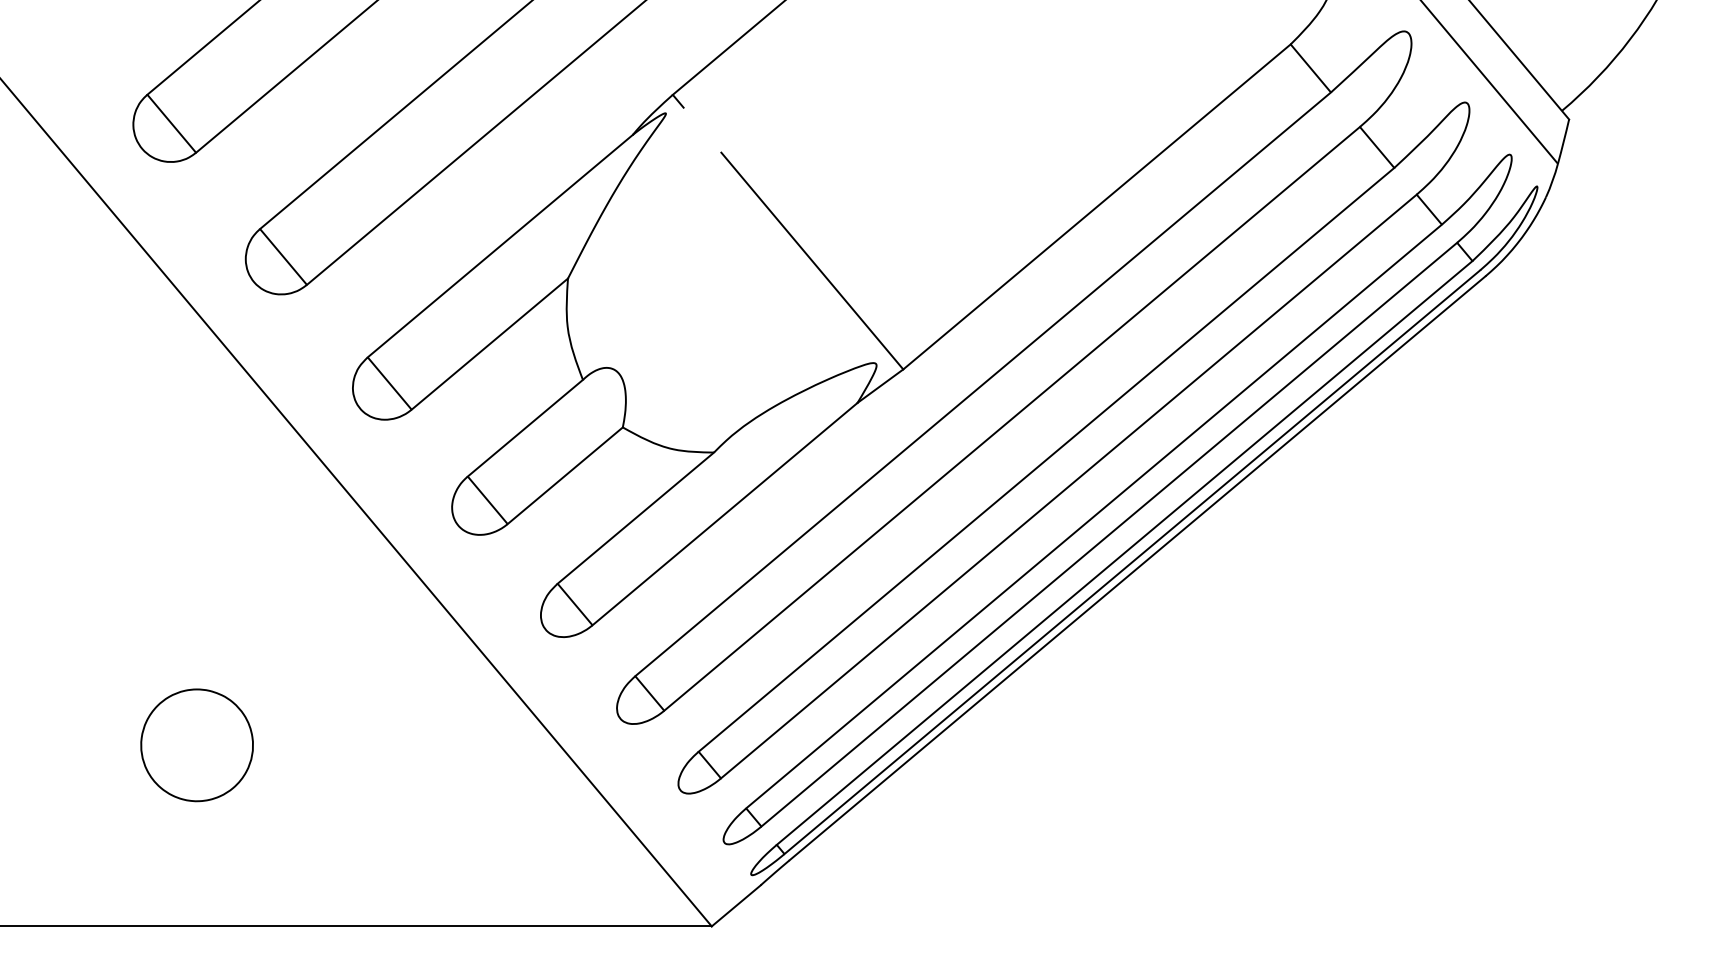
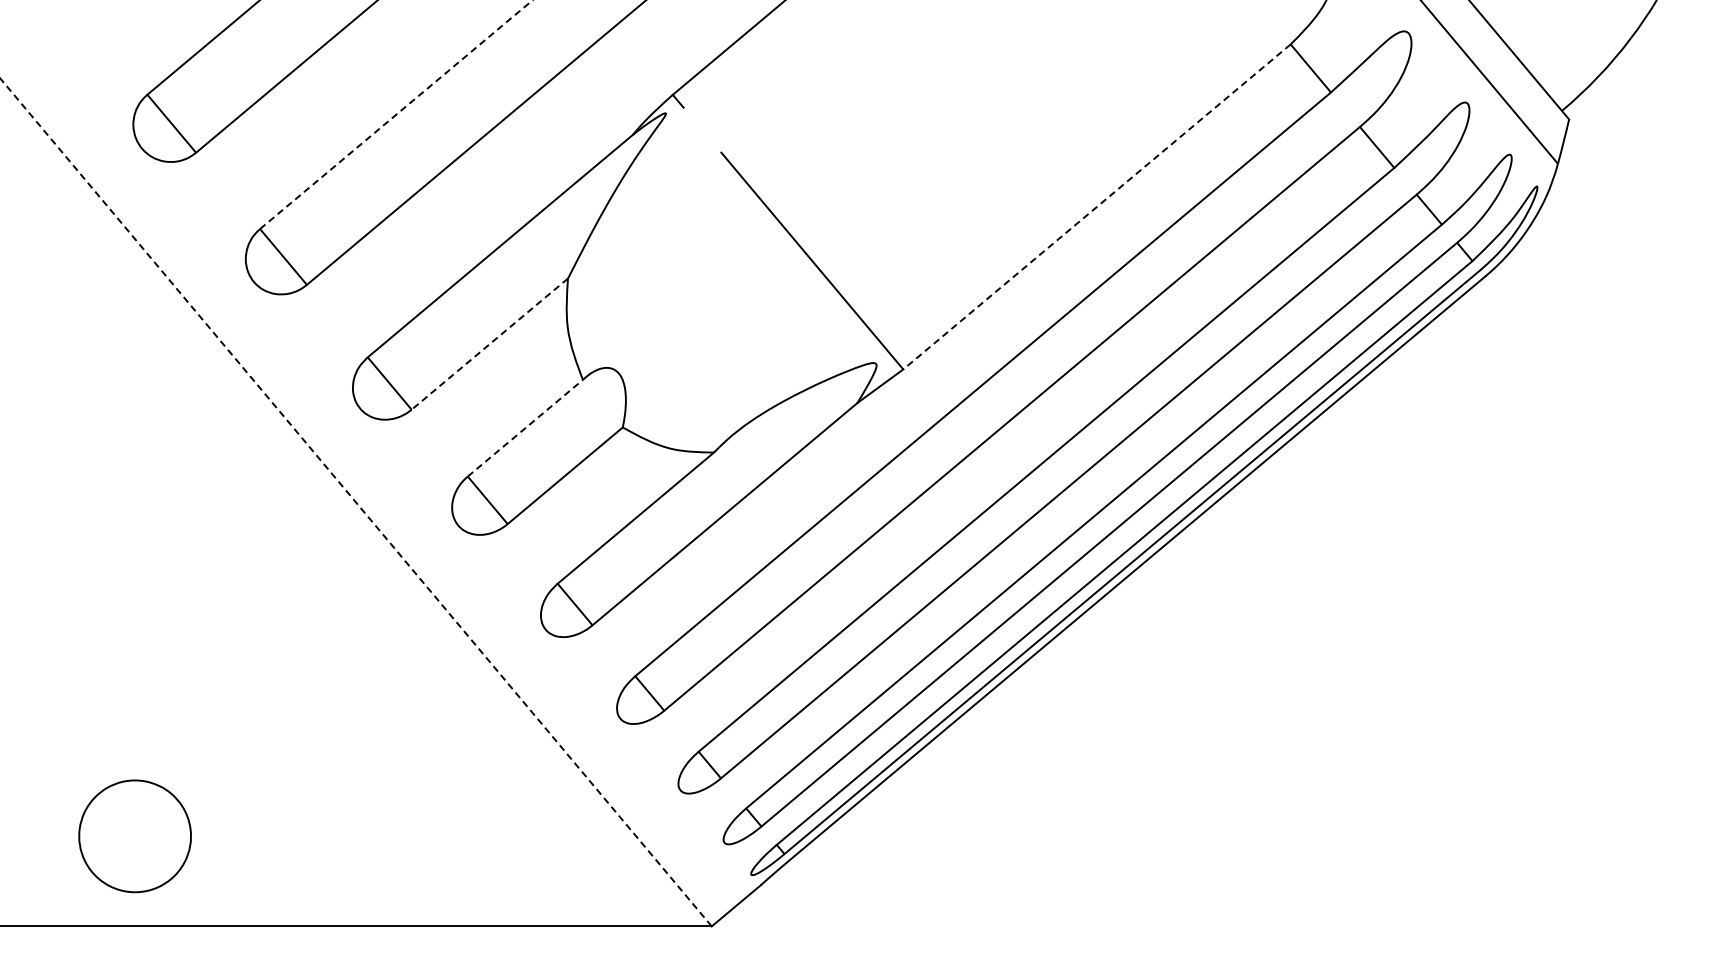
line at (396, 114): solid -> dashed
line at (1096, 206): solid -> dashed
line at (489, 344): solid -> dashed
line at (525, 427): solid -> dashed
line at (355, 502): solid -> dashed
part at (196, 745) position: (196, 745) -> (134, 836)
